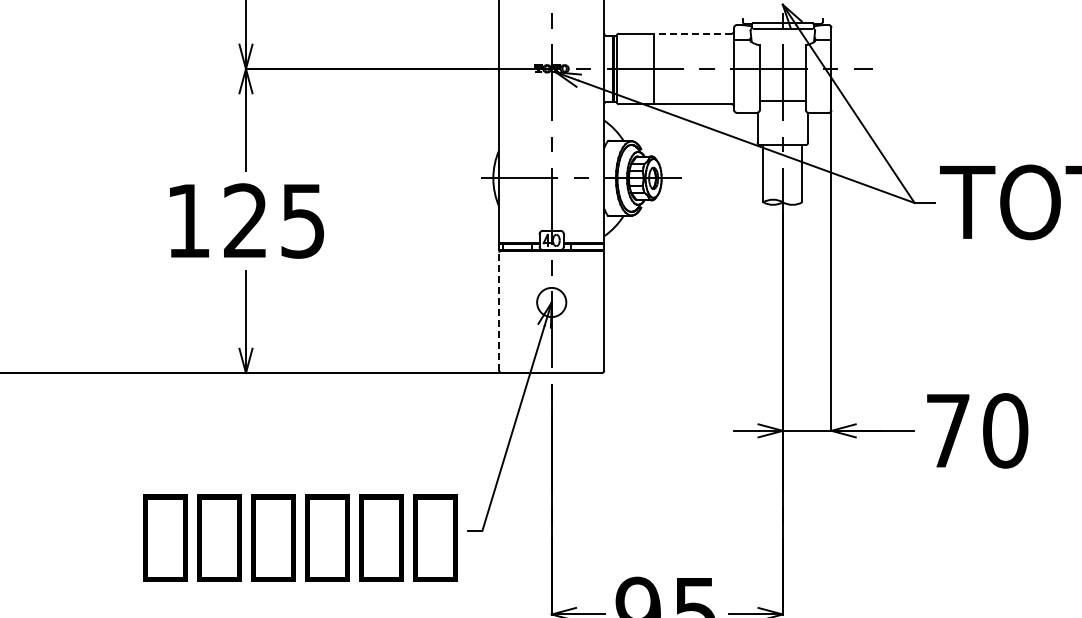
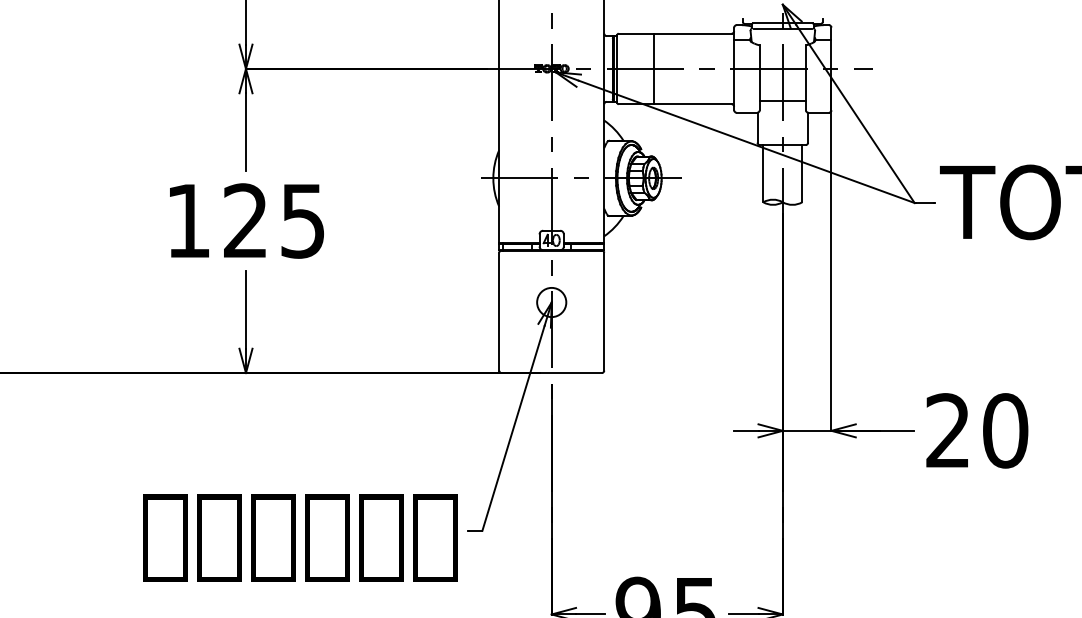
line at (692, 33): dashed -> solid
line at (499, 311): dashed -> solid
text at (947, 430): 70 -> 20
